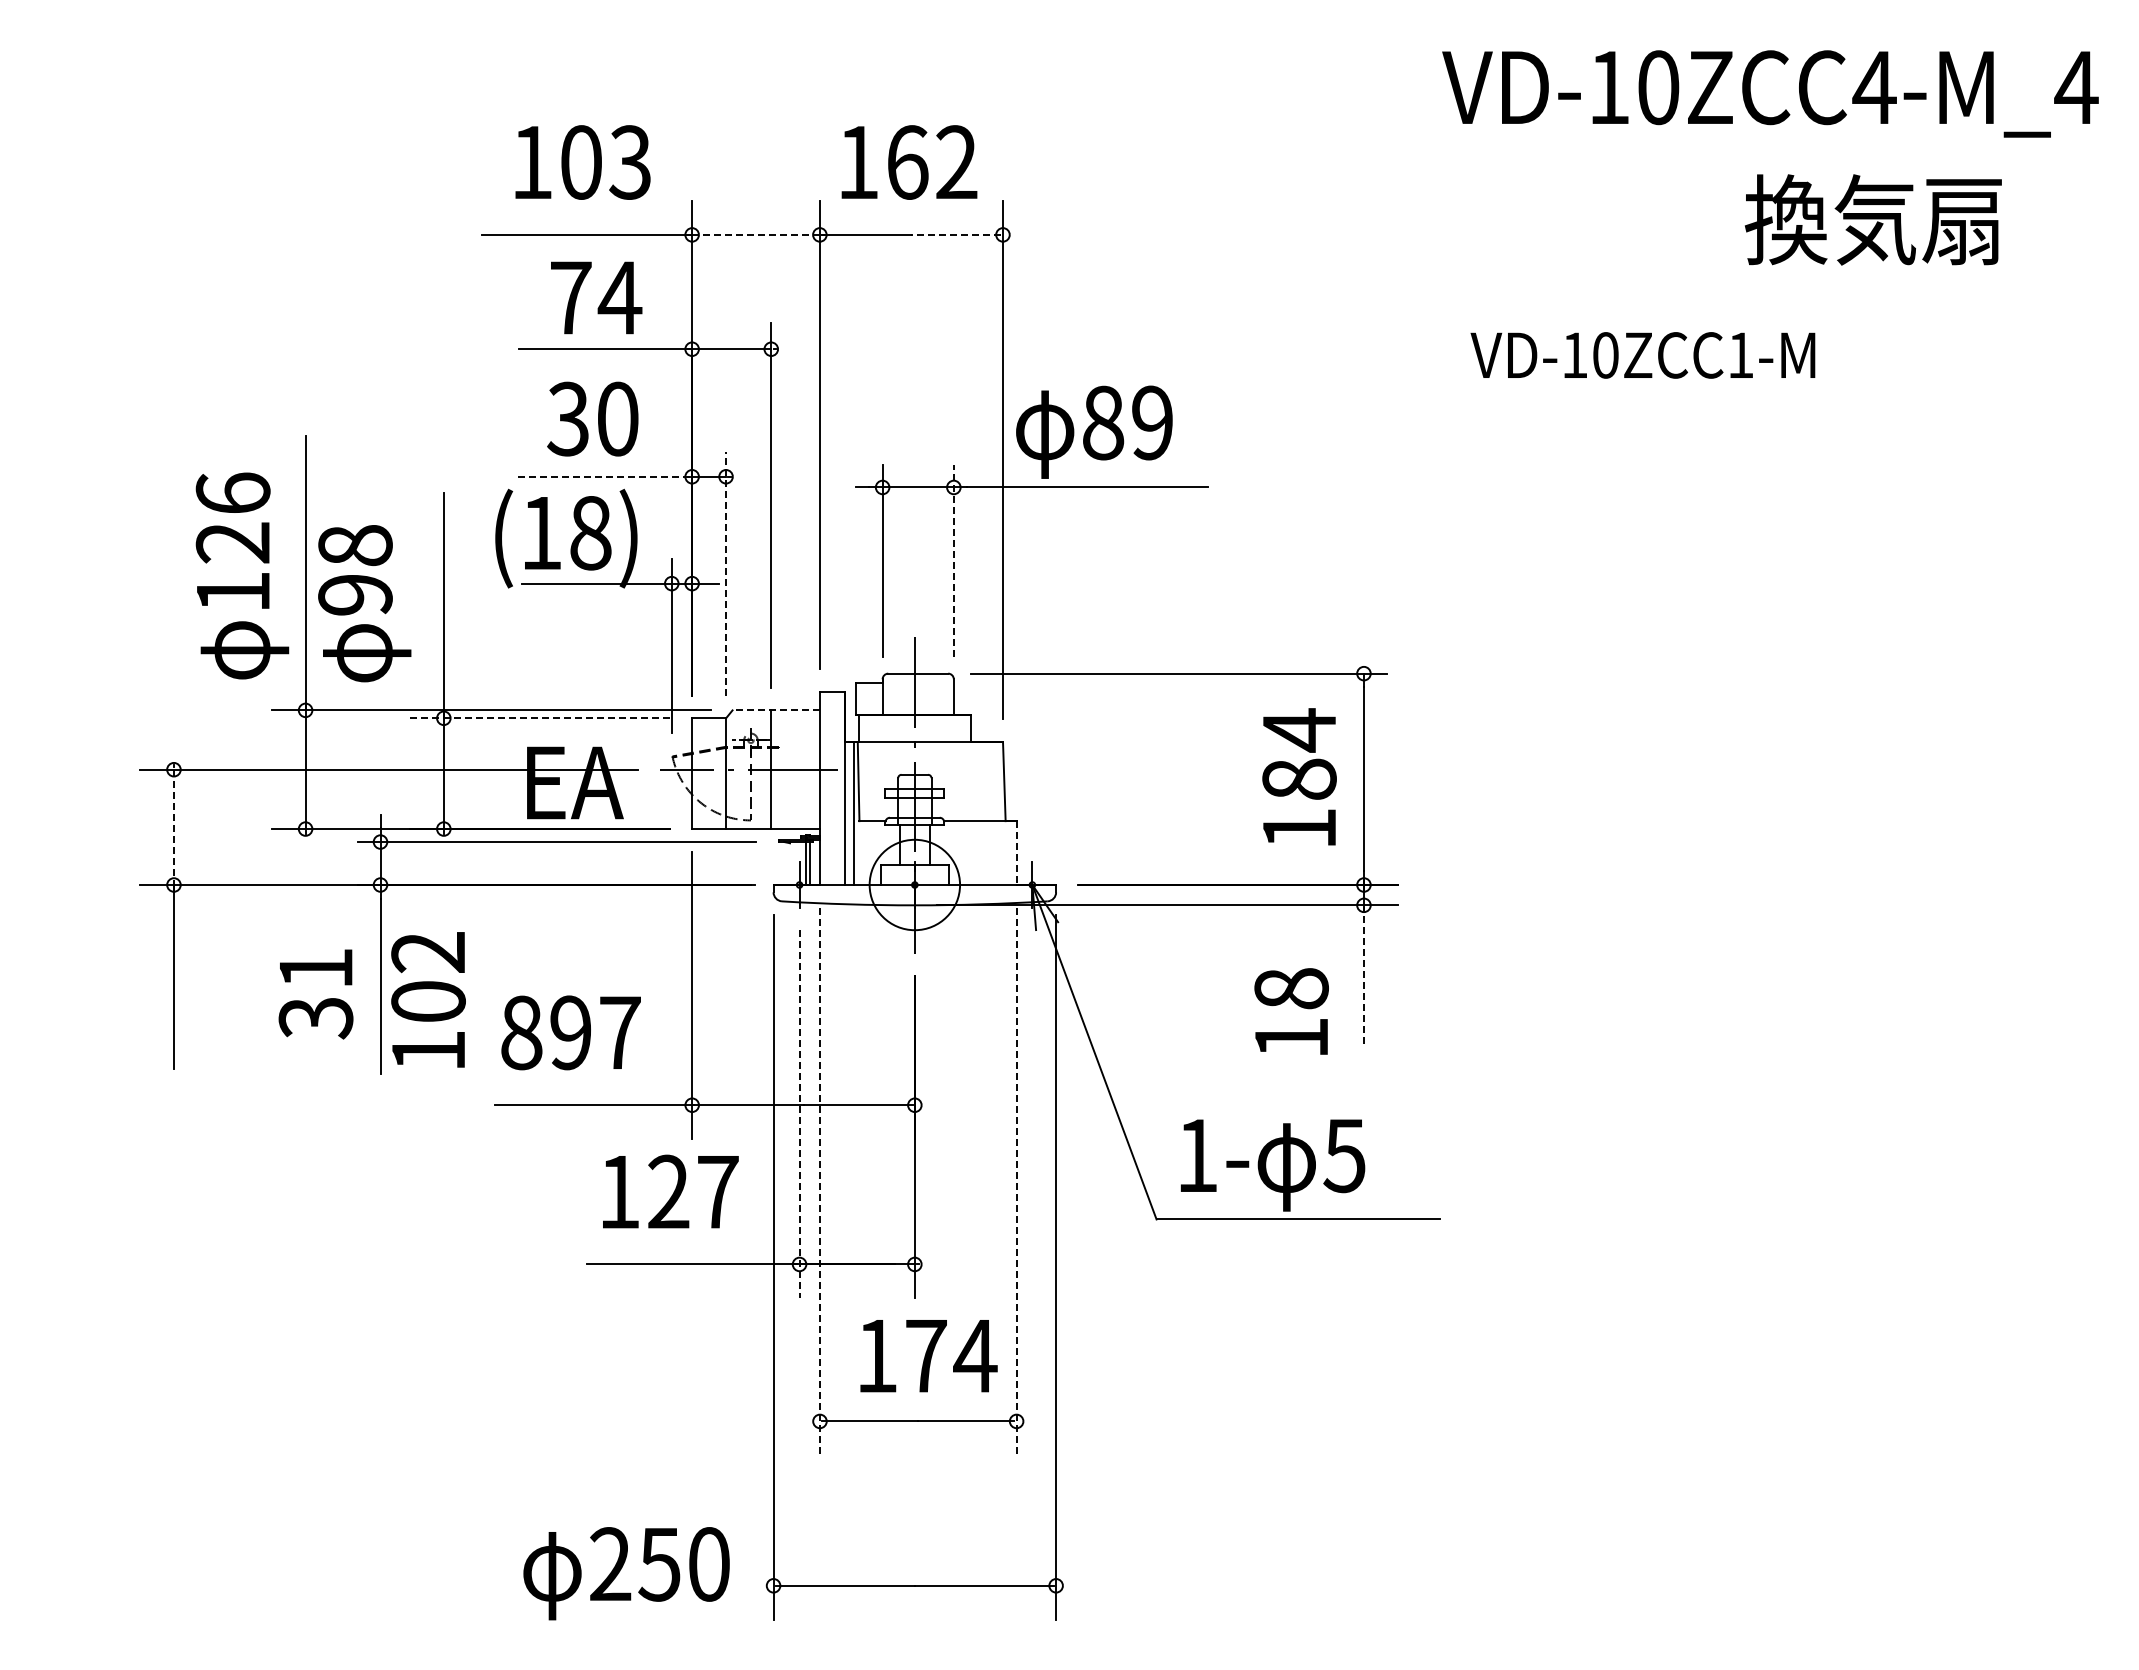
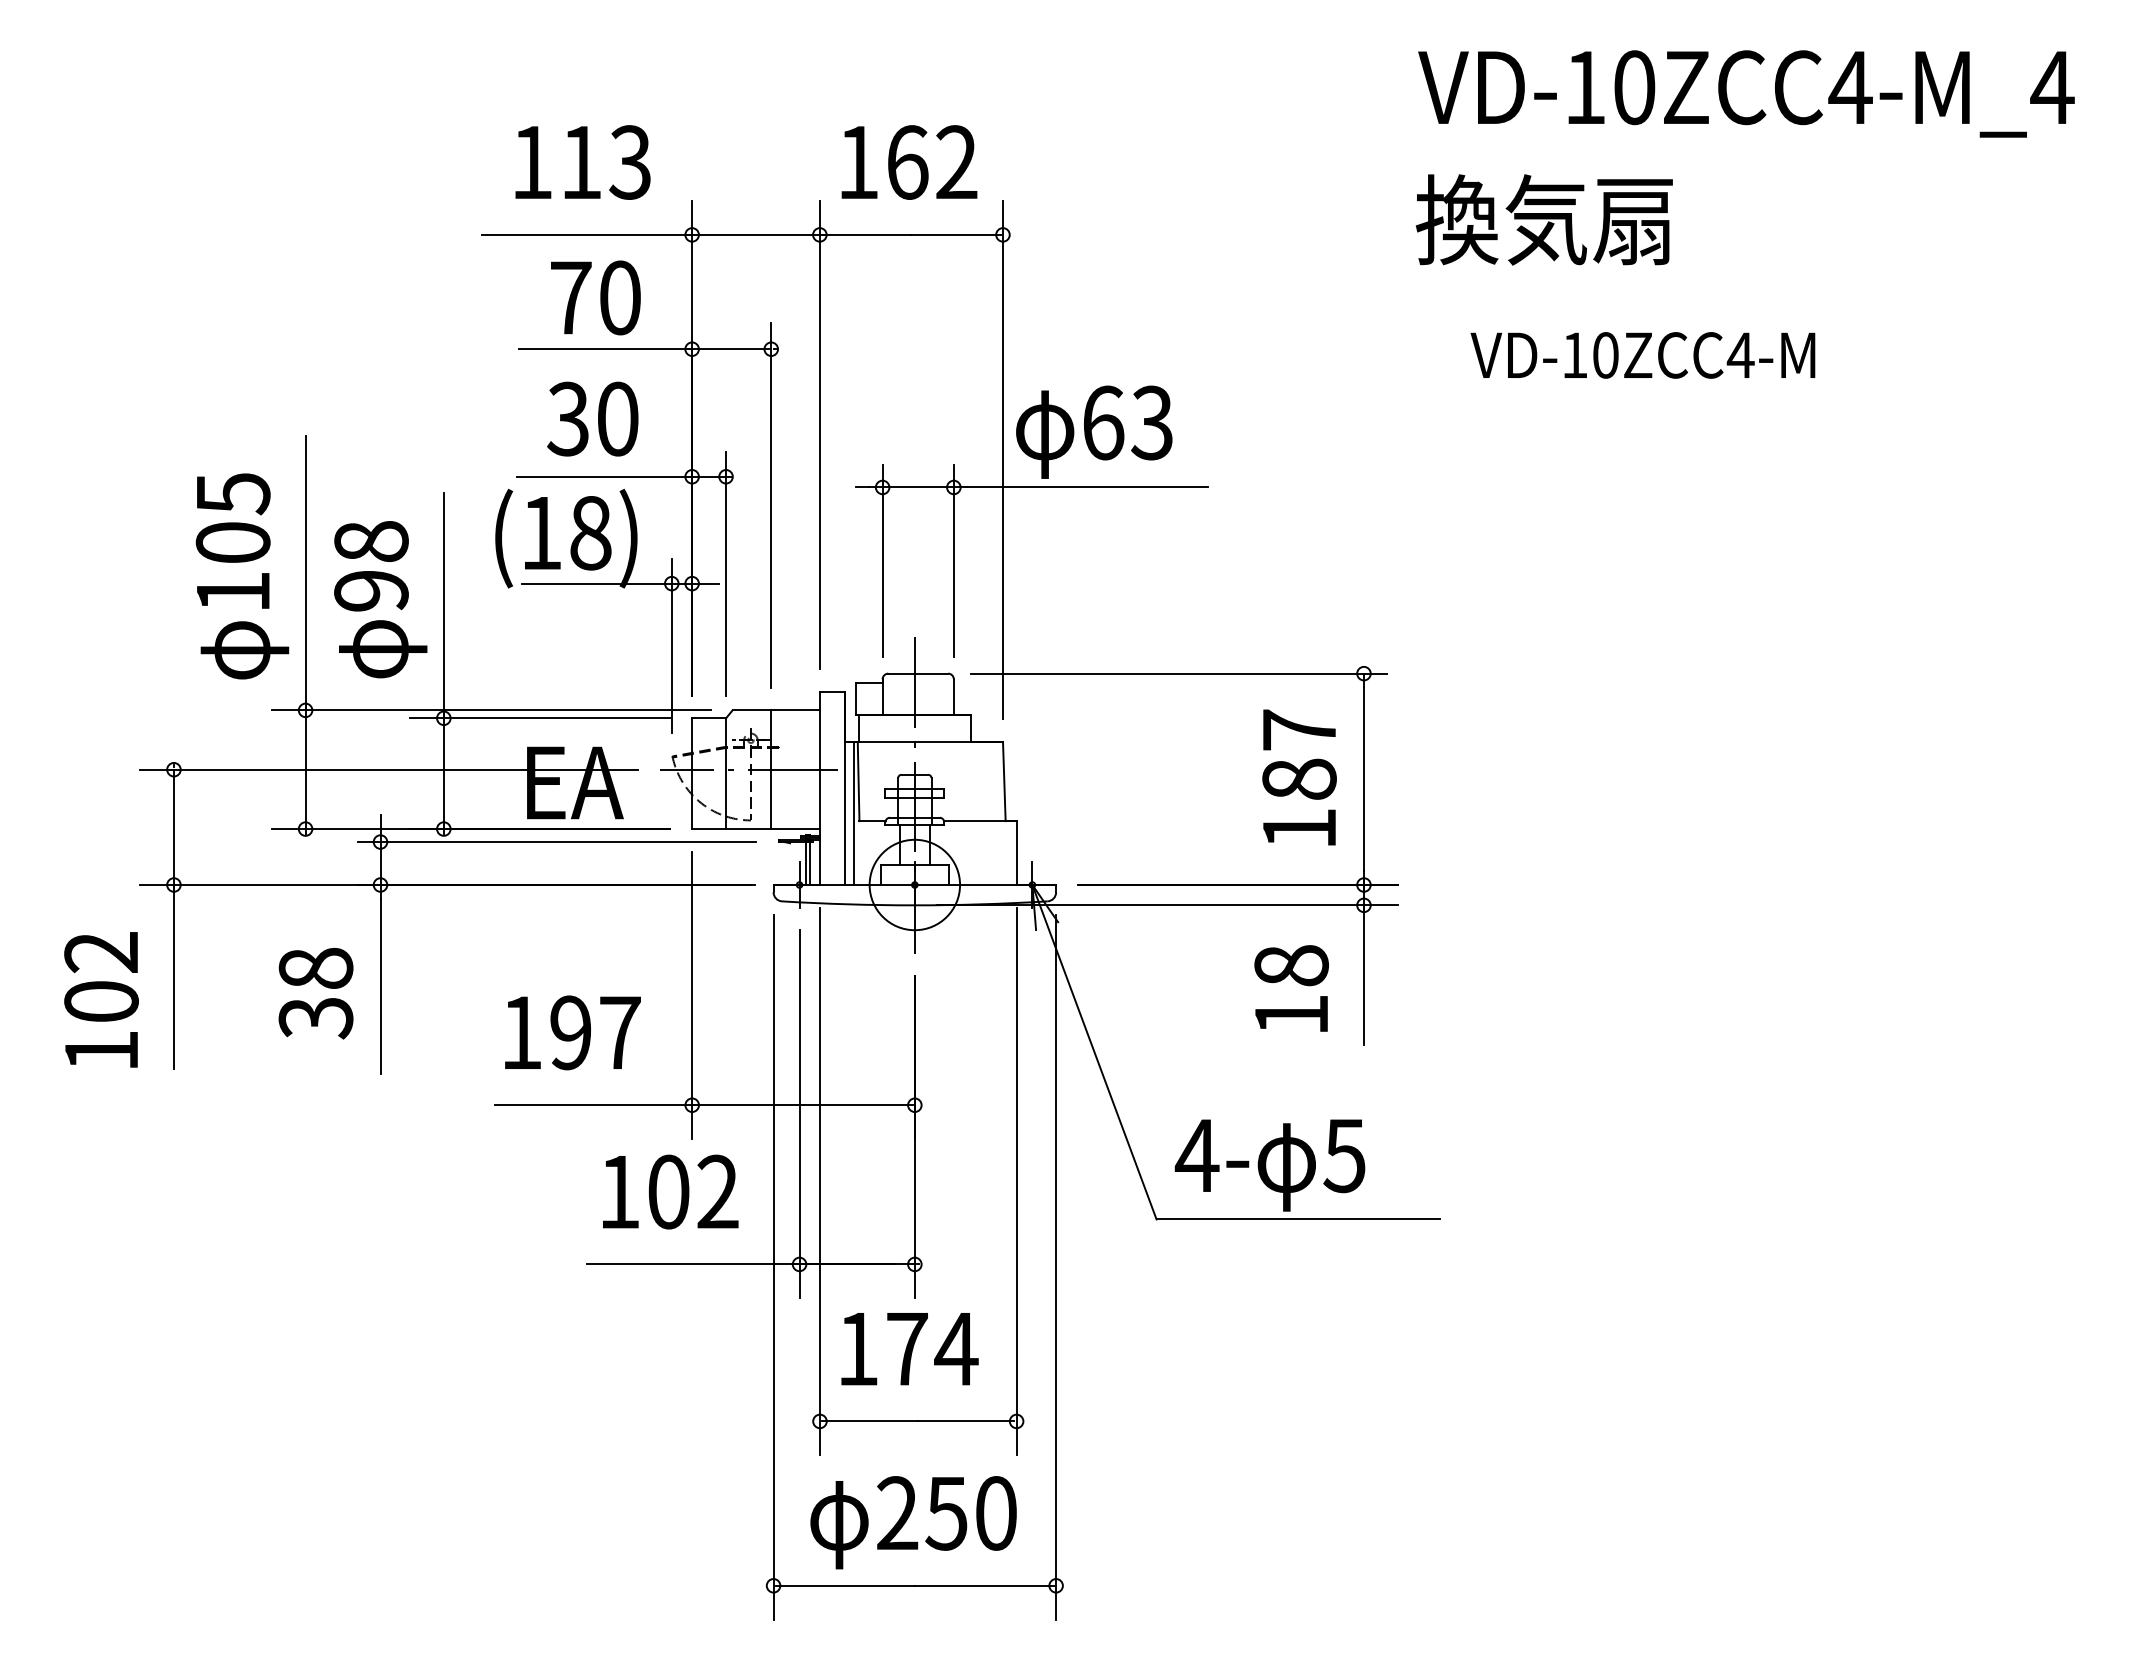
text at (1770, 93) position: (1770, 93) -> (1746, 93)
text at (581, 162): 103 -> 113
text at (1872, 219) position: (1872, 219) -> (1543, 219)
line at (756, 234): dashed -> solid
line at (956, 234): dashed -> solid
text at (619, 297): 74 -> 70
text at (1740, 354): VD-10ZCC1-M -> VD-10ZCC4-M
text at (1127, 422): 89 -> 63
line at (603, 476): dashed -> solid
text at (232, 517): 126 -> 105
line at (953, 560): dashed -> solid
line at (726, 573): dashed -> solid
text at (364, 603) position: (364, 603) -> (380, 599)
line at (776, 710): dashed -> solid
line at (539, 718): dashed -> solid
text at (1299, 730): 184 -> 187
line at (173, 827): dashed -> solid
line at (1016, 853): dashed -> solid
text at (315, 967): 31 -> 38
line at (1363, 975): dashed -> solid
text at (428, 999) position: (428, 999) -> (101, 999)
text at (1291, 1011) position: (1291, 1011) -> (1291, 988)
text at (521, 1032): 897 -> 197
line at (799, 1114): dashed -> solid
text at (1196, 1155): 1- -> 4-
line at (819, 1181): dashed -> solid
line at (1016, 1181): dashed -> solid
text at (693, 1191): 127 -> 102
text at (928, 1356) position: (928, 1356) -> (909, 1349)
text at (626, 1573) position: (626, 1573) -> (913, 1522)
